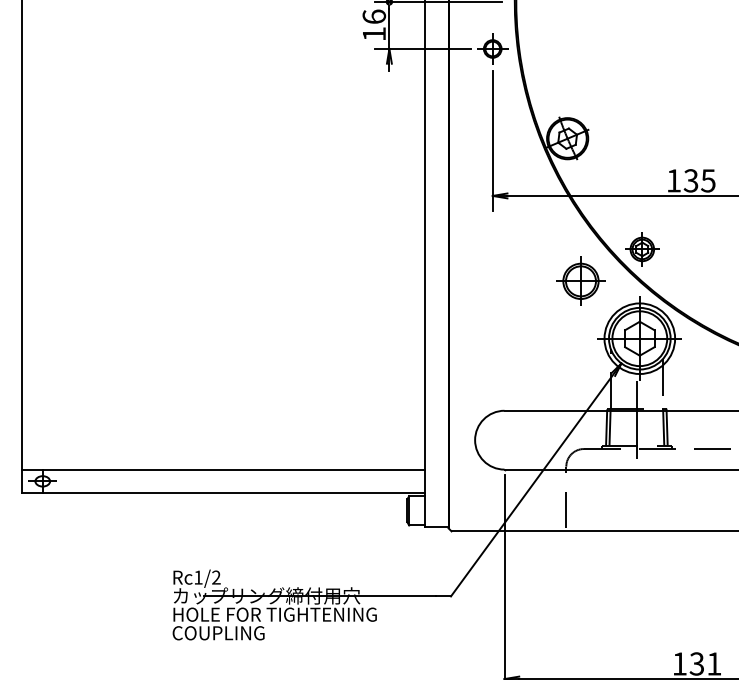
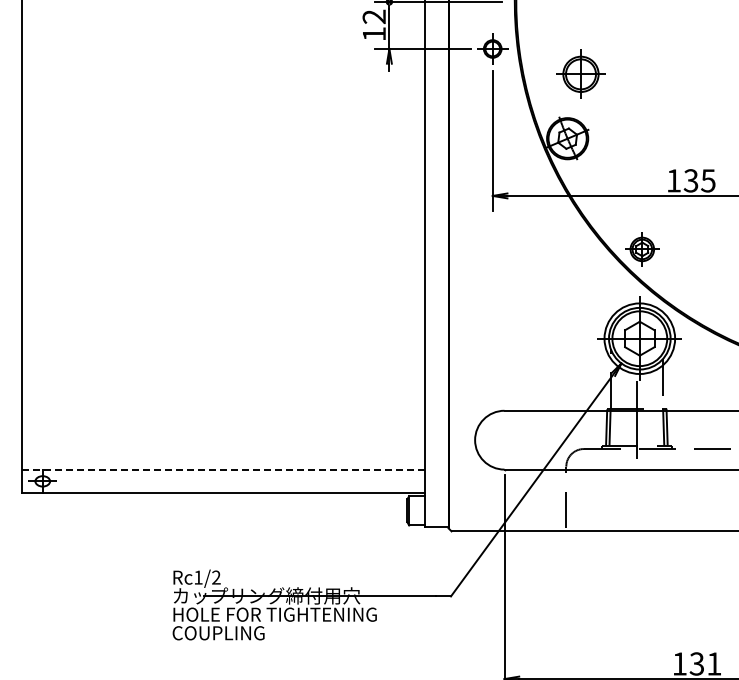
text at (374, 16): 16 -> 12
part at (580, 280) position: (580, 280) -> (580, 73)
line at (223, 469): solid -> dashed
